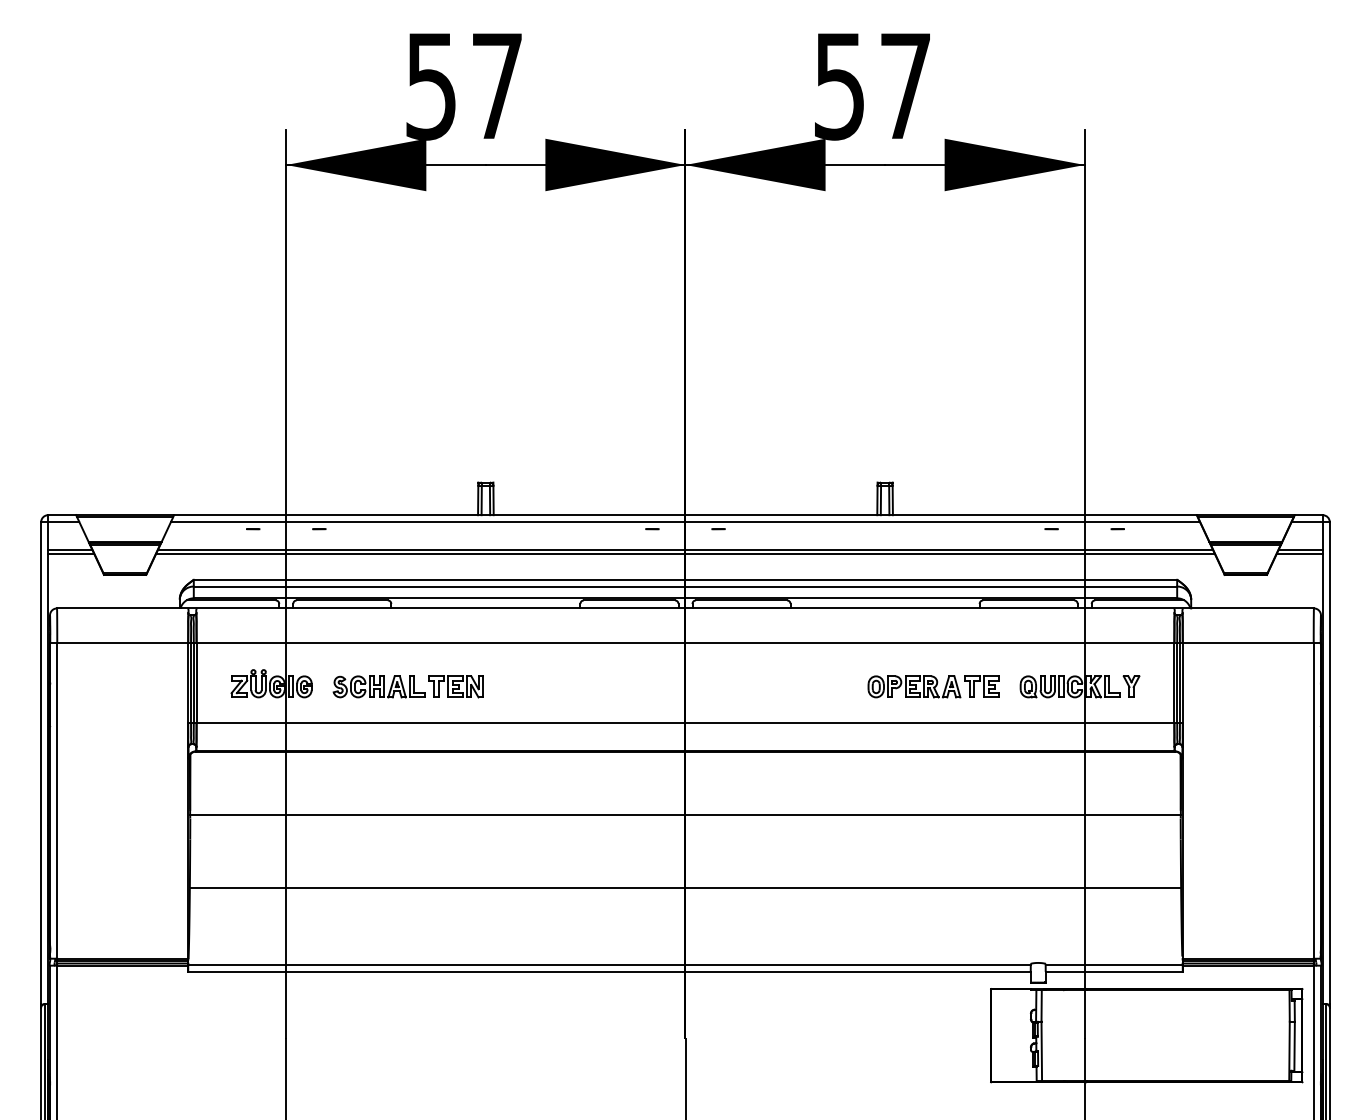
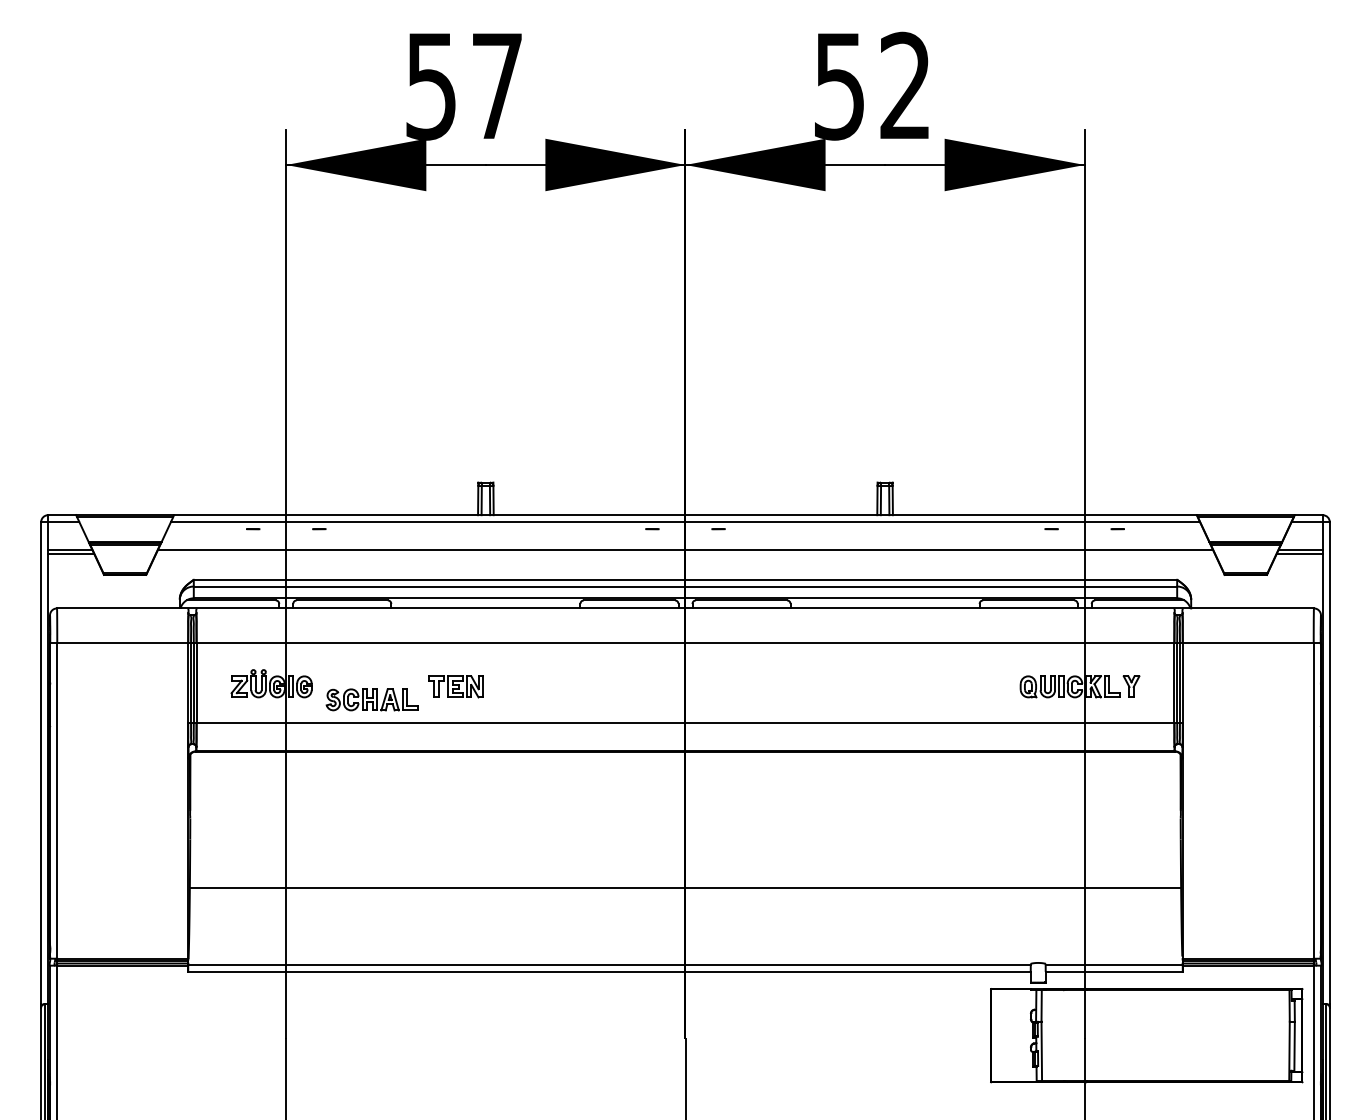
text at (904, 84): 57 -> 52
line at (685, 553): present -> none
part at (378, 686) position: (378, 686) -> (371, 699)
part at (933, 686): present -> none
line at (685, 815): present -> none
